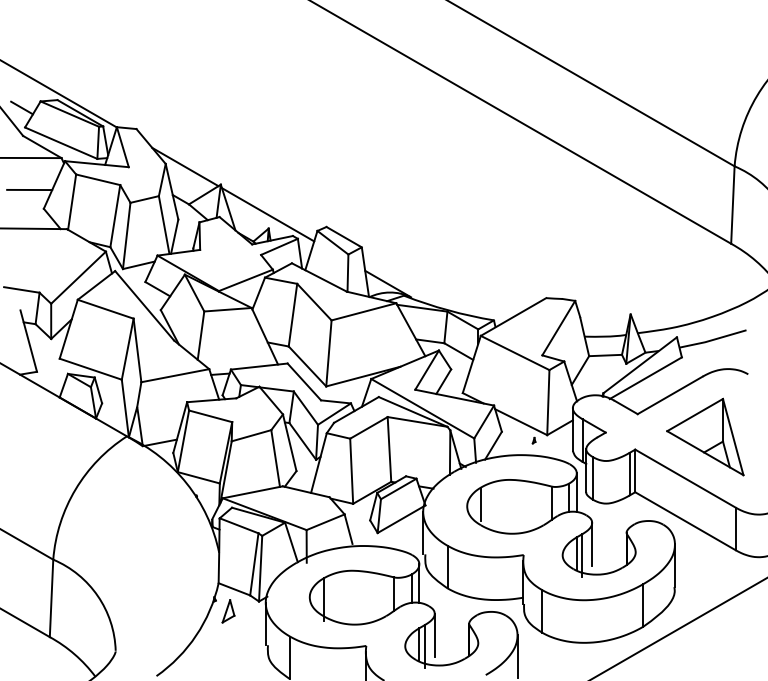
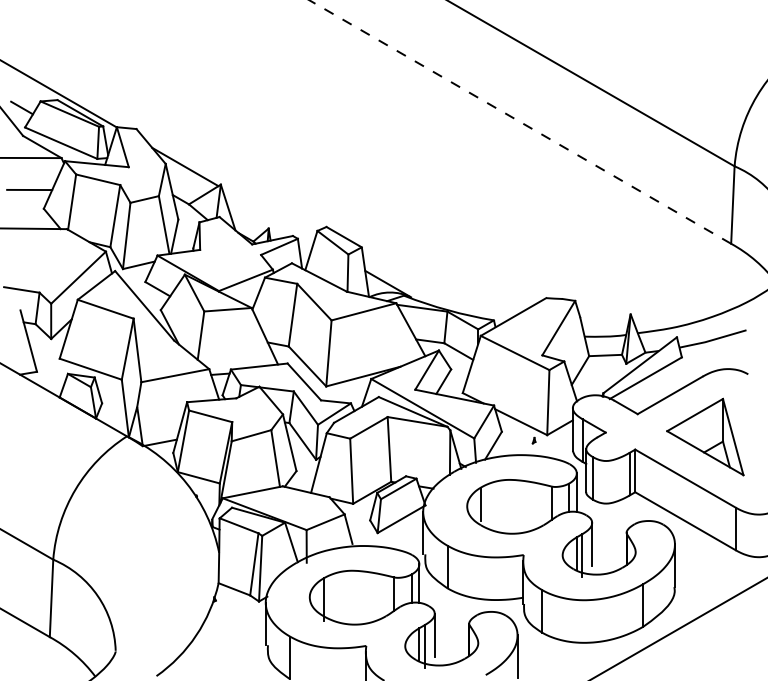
line at (519, 121): solid -> dashed
line at (267, 214): present -> none
part at (228, 611): present -> none
